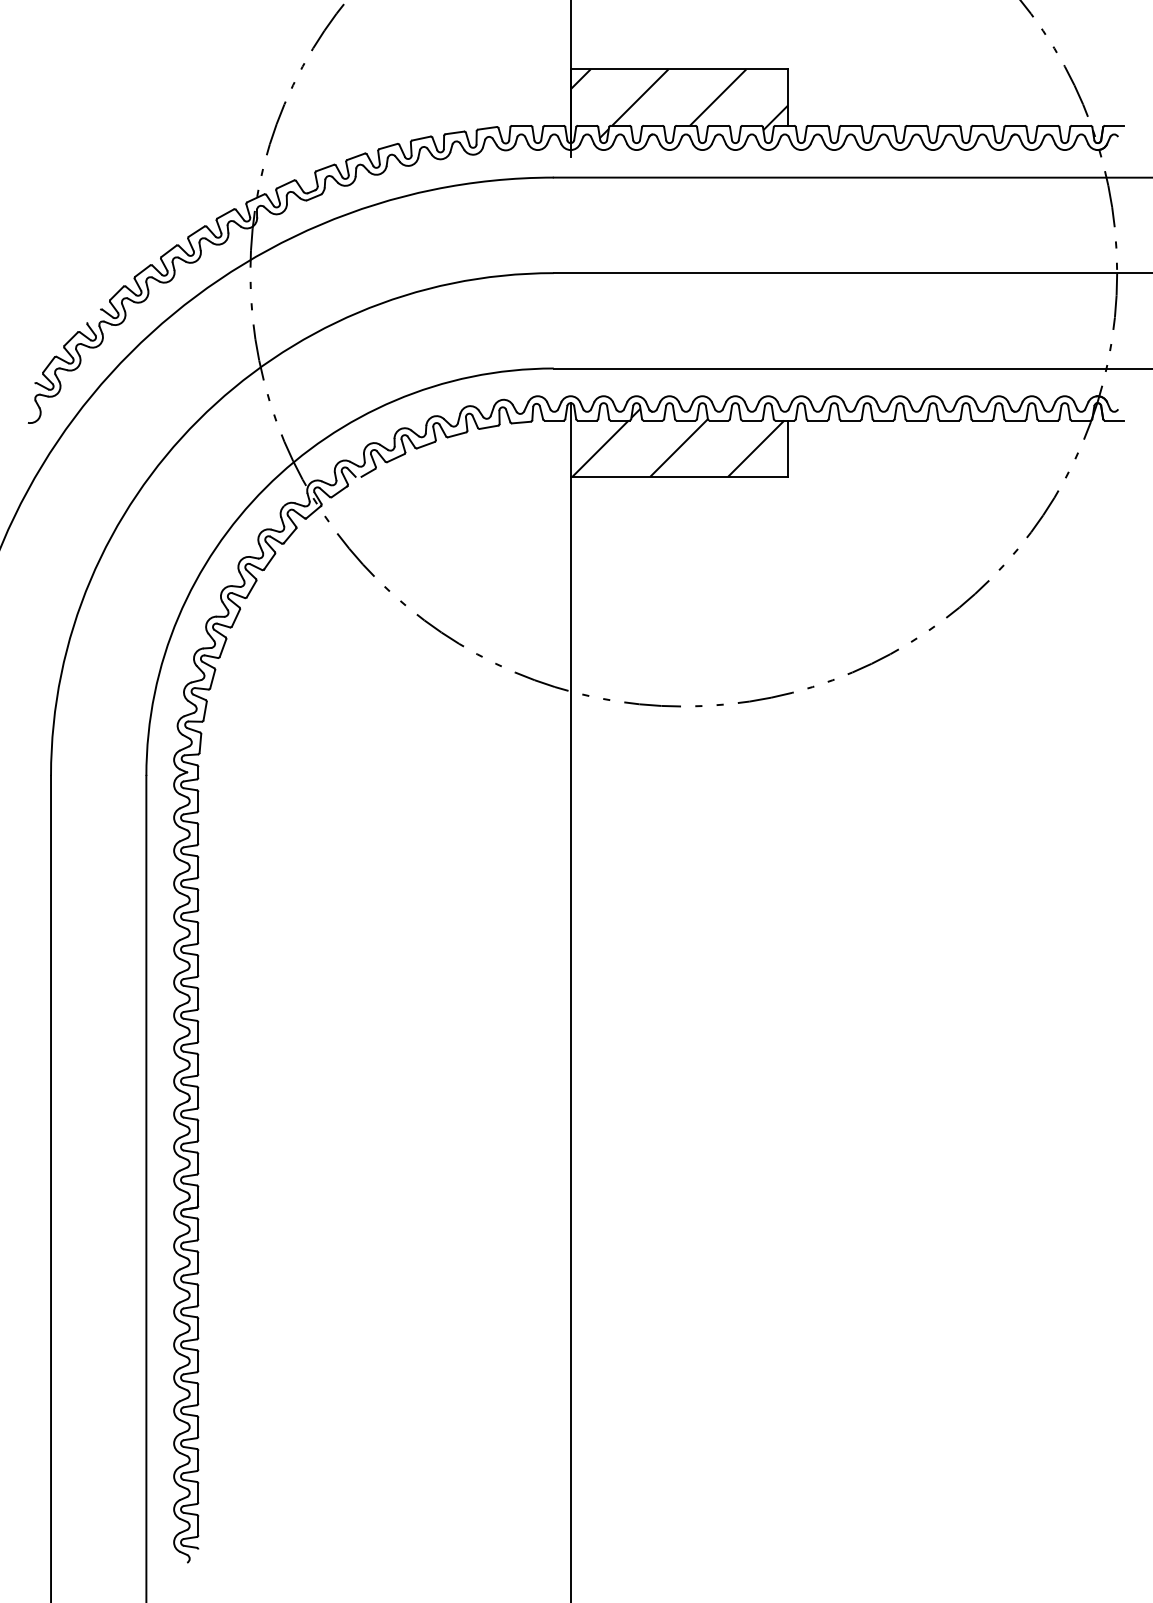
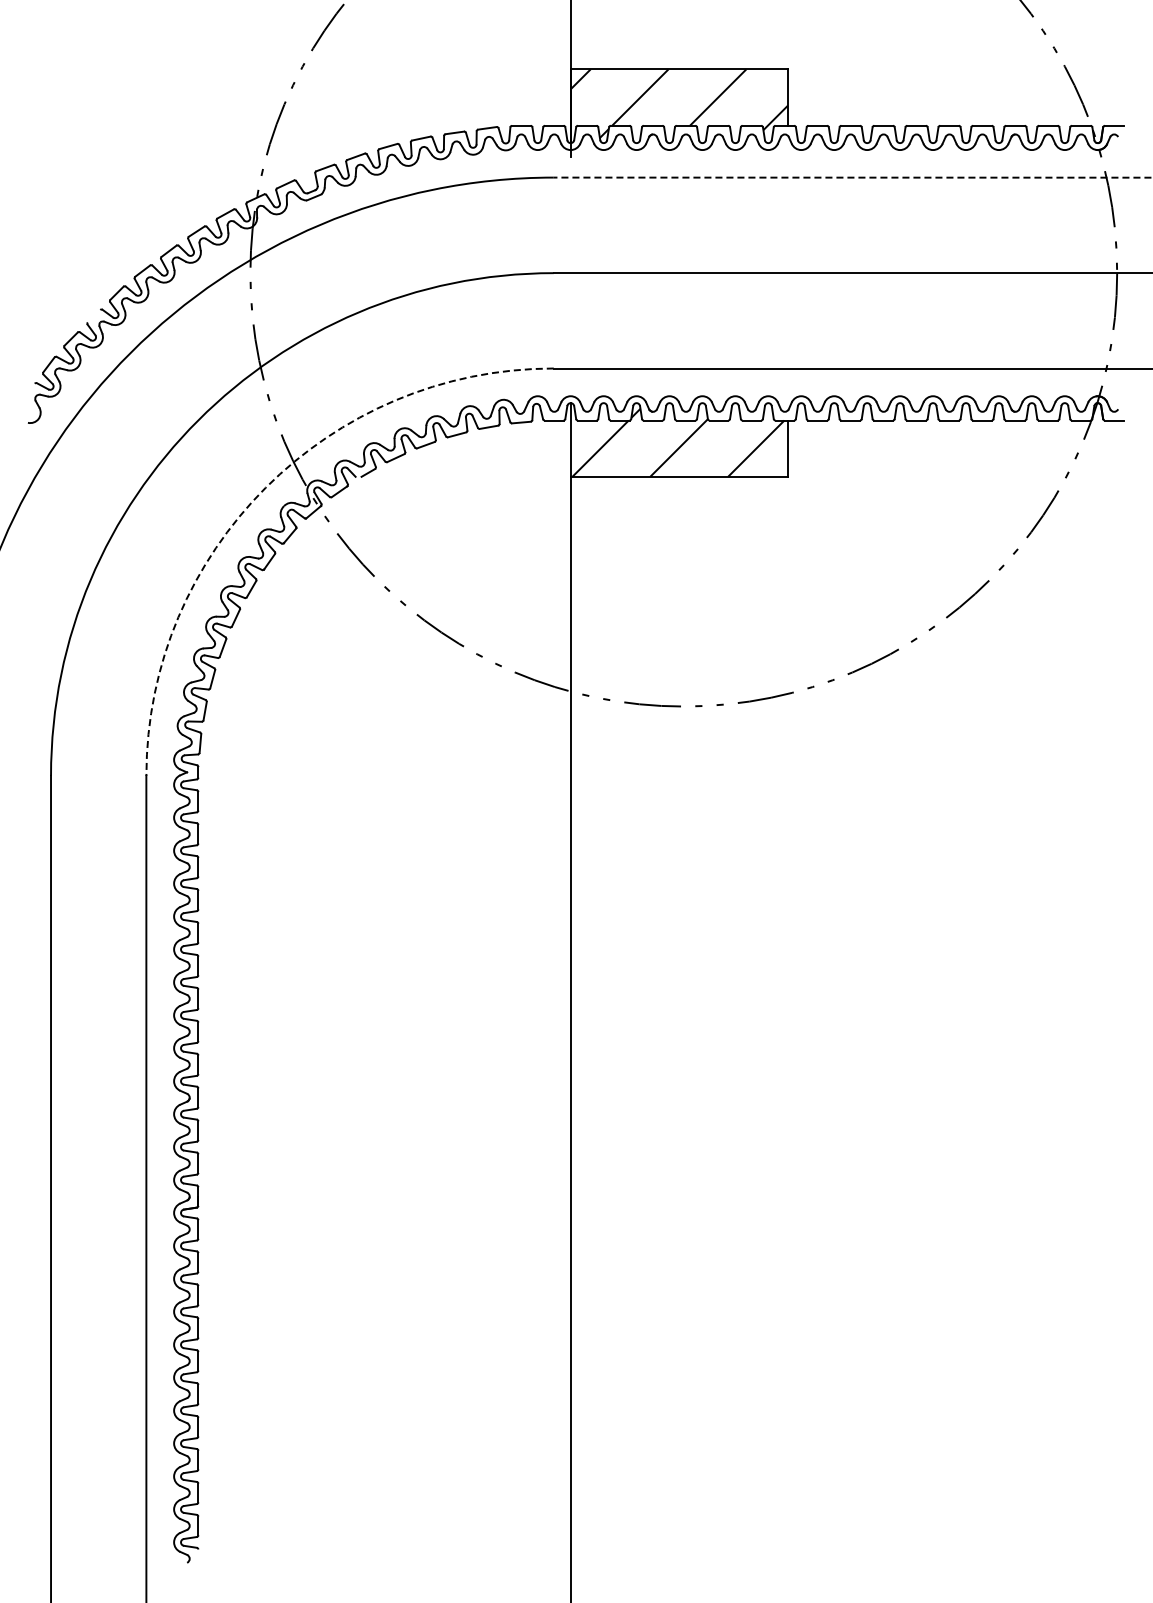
line at (852, 177): solid -> dashed
arc at (265, 487): solid -> dashed
